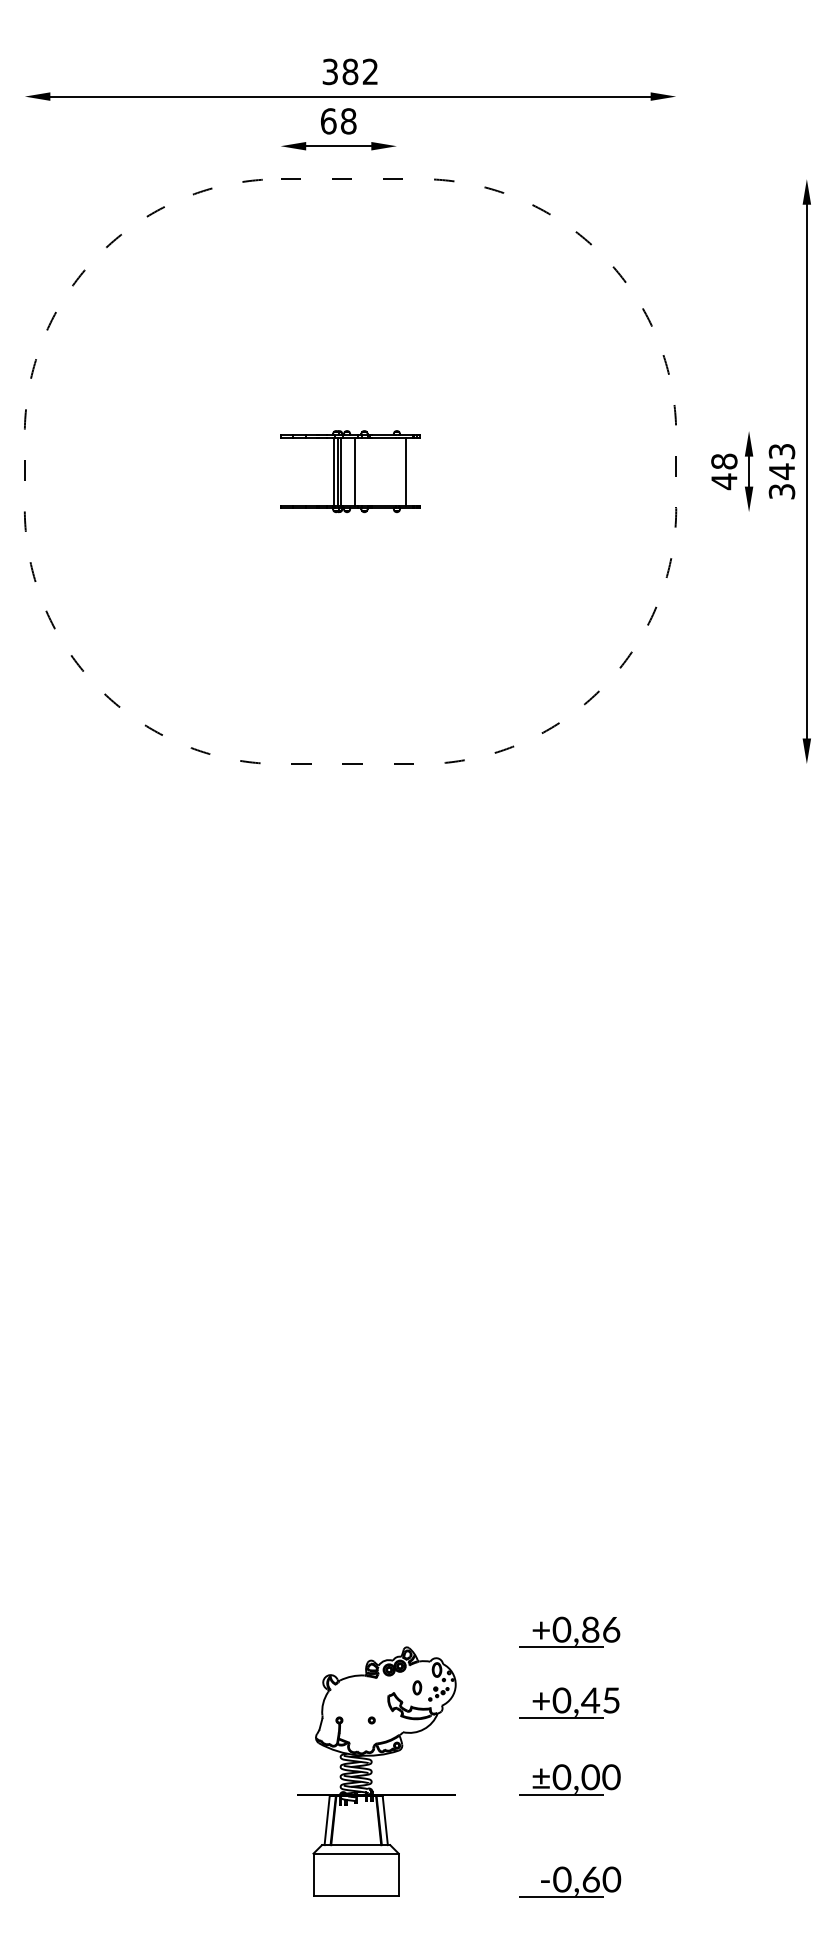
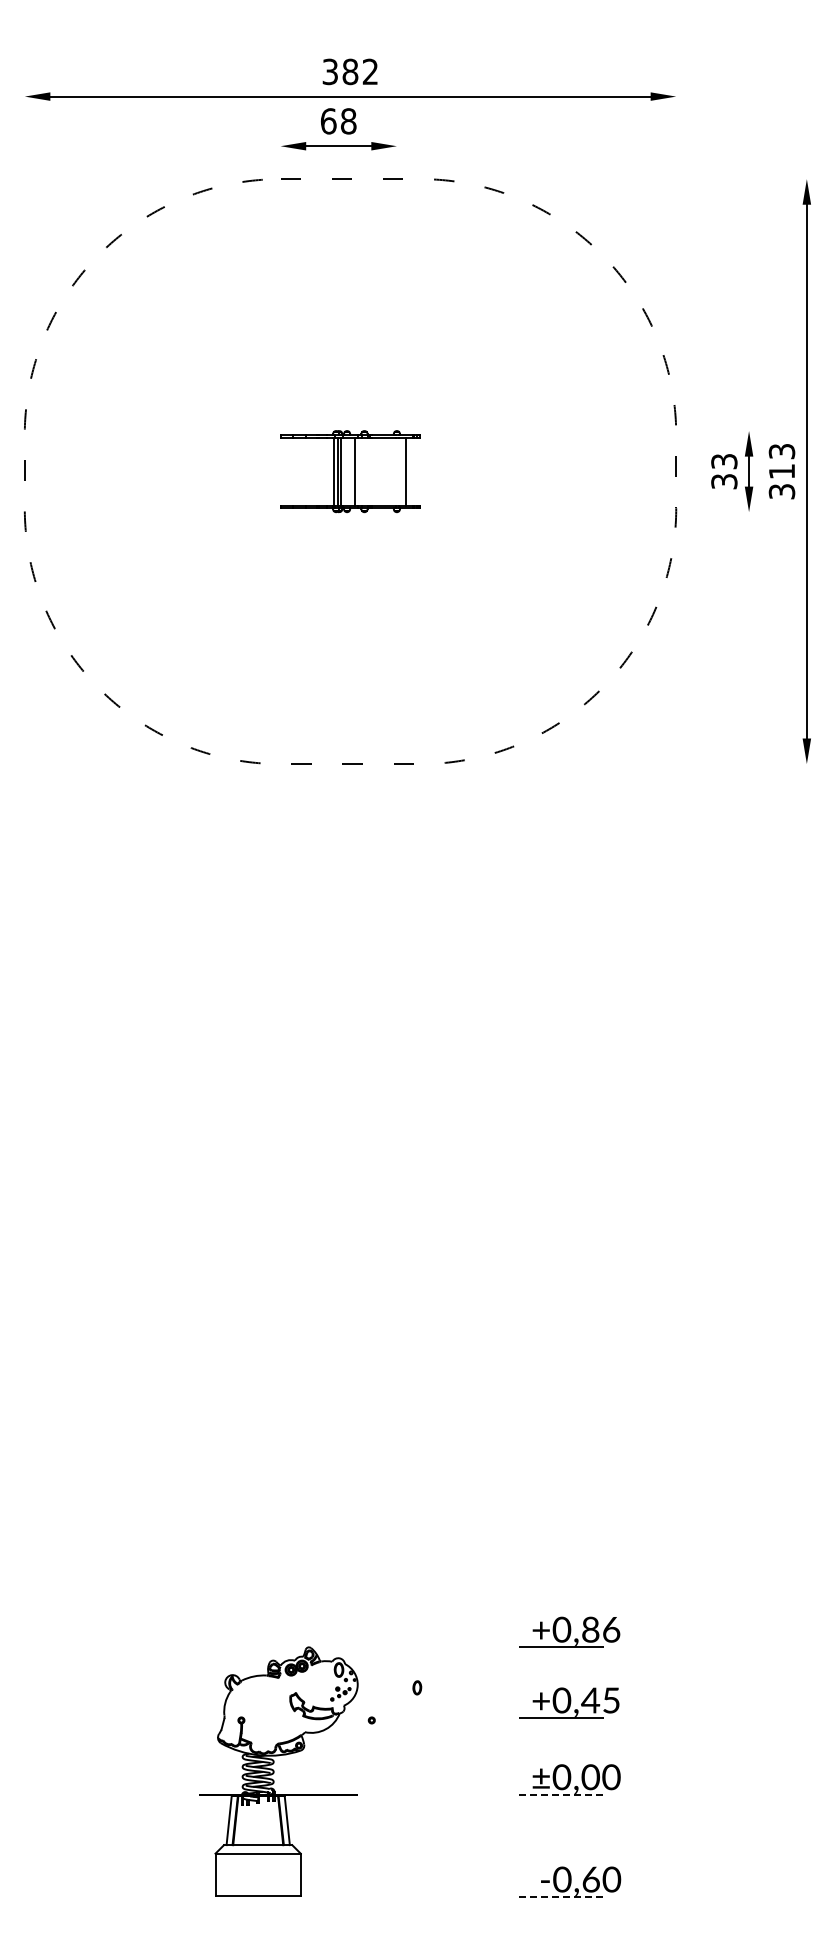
text at (724, 471): 48 -> 33
text at (781, 471): 343 -> 313
part at (376, 1771) position: (376, 1771) -> (278, 1771)
line at (561, 1794): solid -> dashed
line at (561, 1897): solid -> dashed
